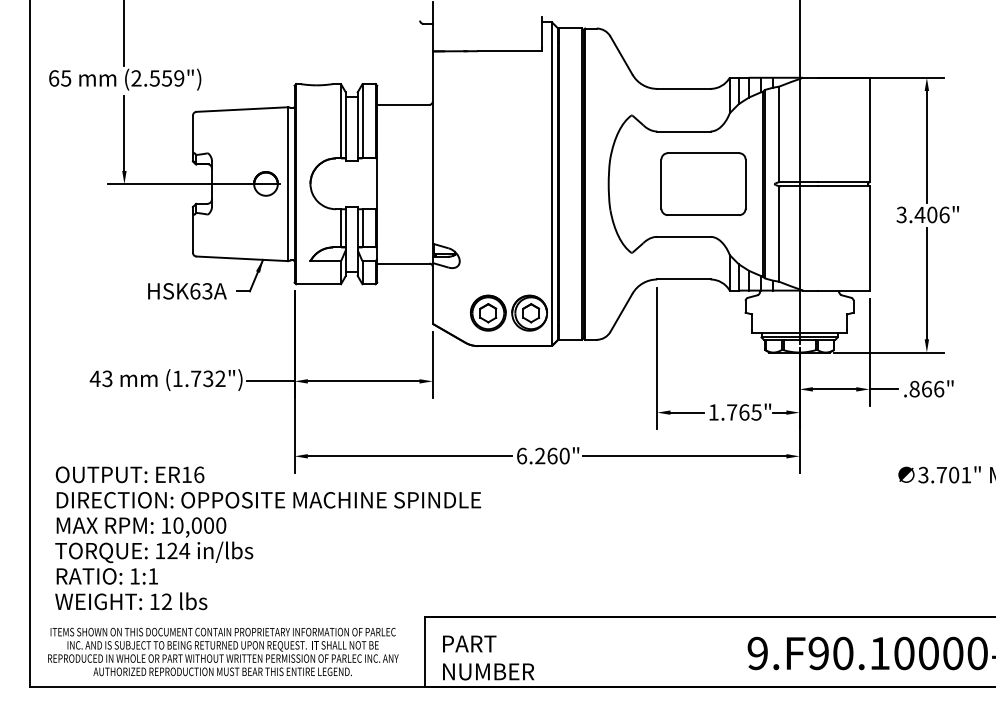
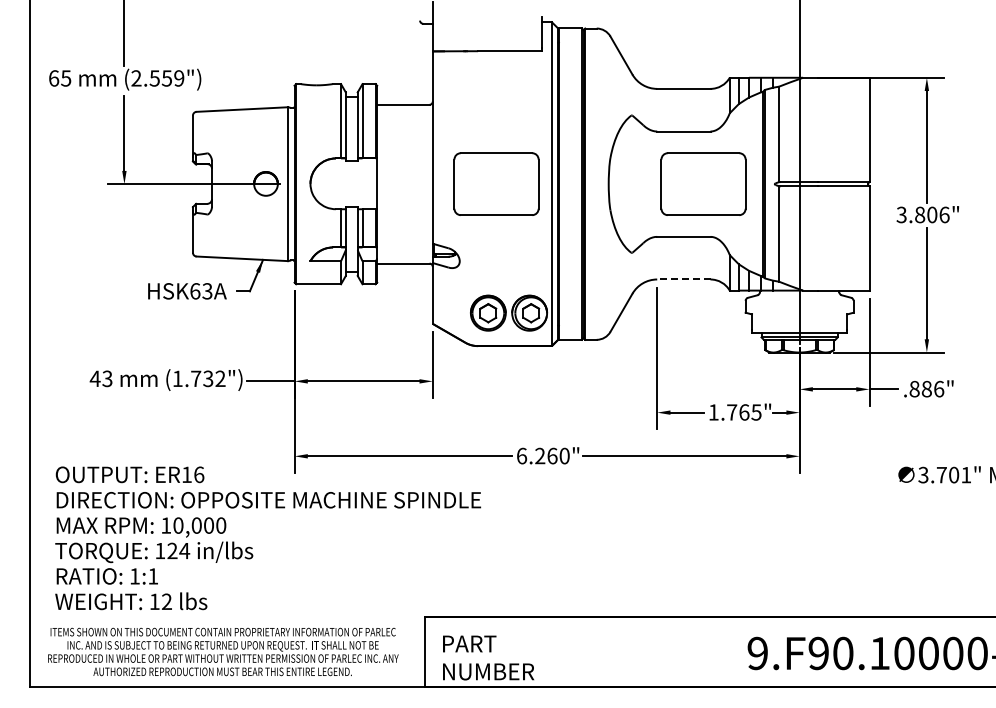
part at (496, 183): none -> present
text at (919, 214): 3.406" -> 3.806"
line at (683, 279): solid -> dashed
text at (926, 388): .866" -> .886"
